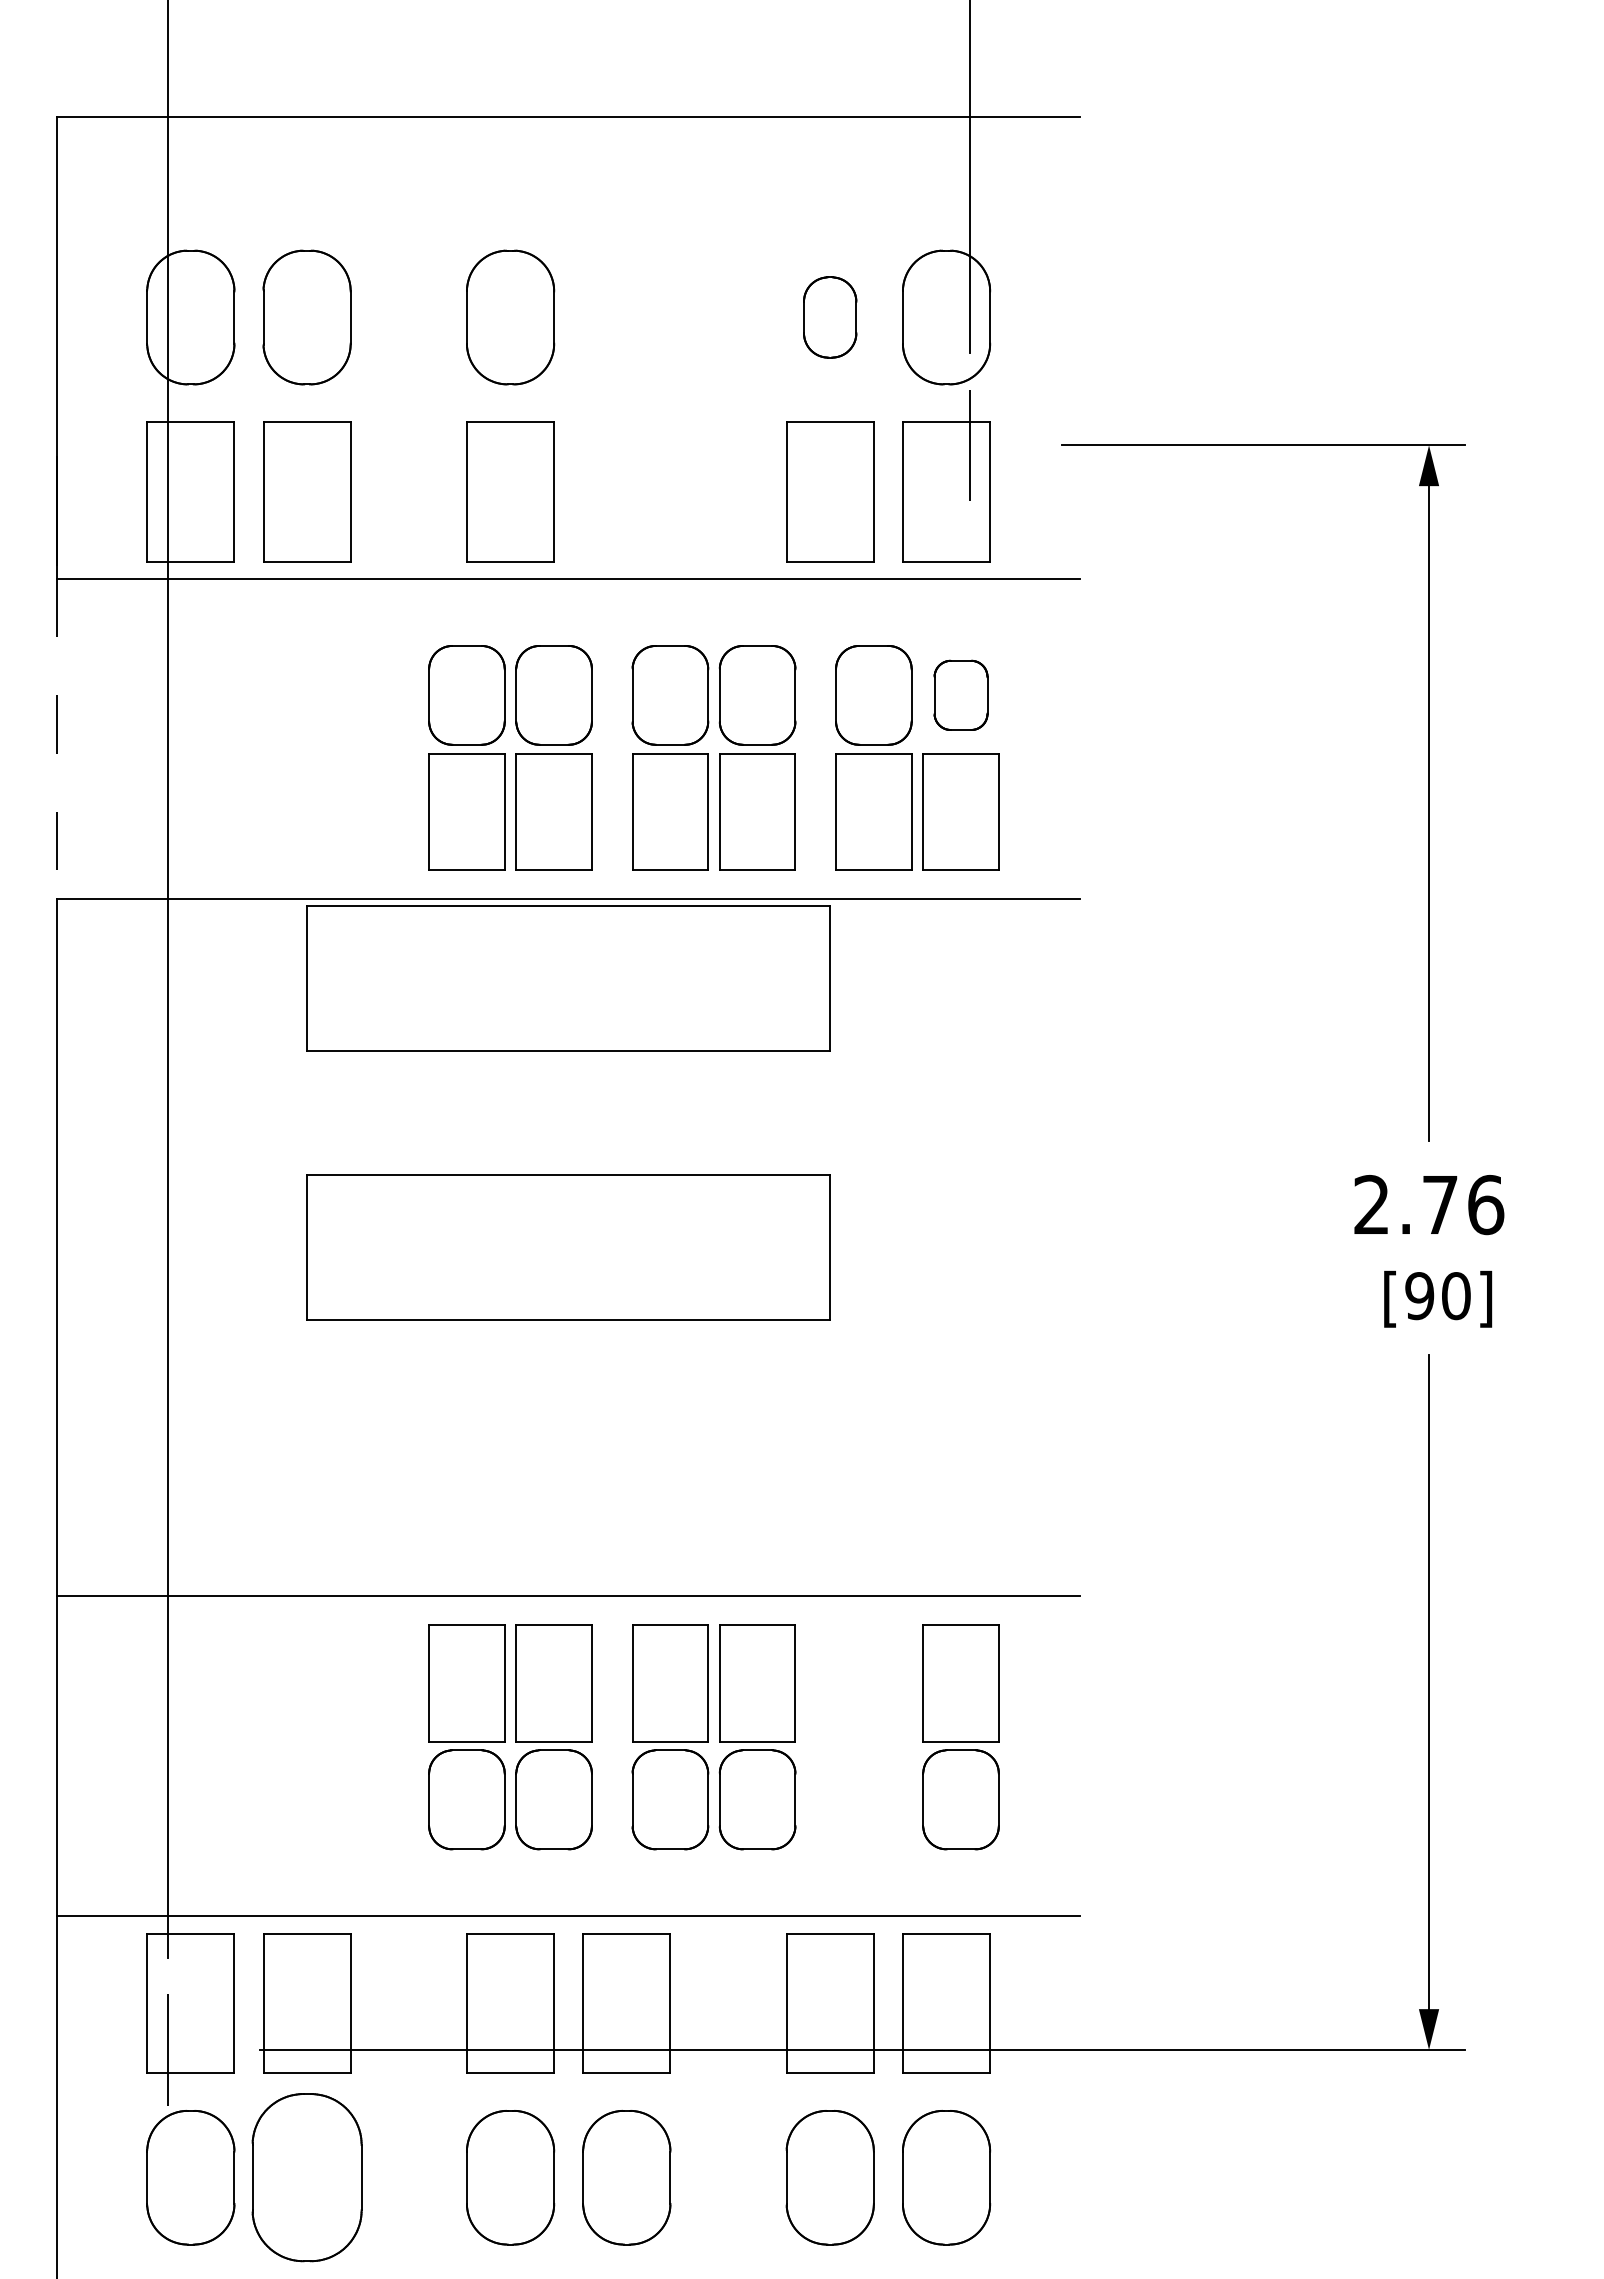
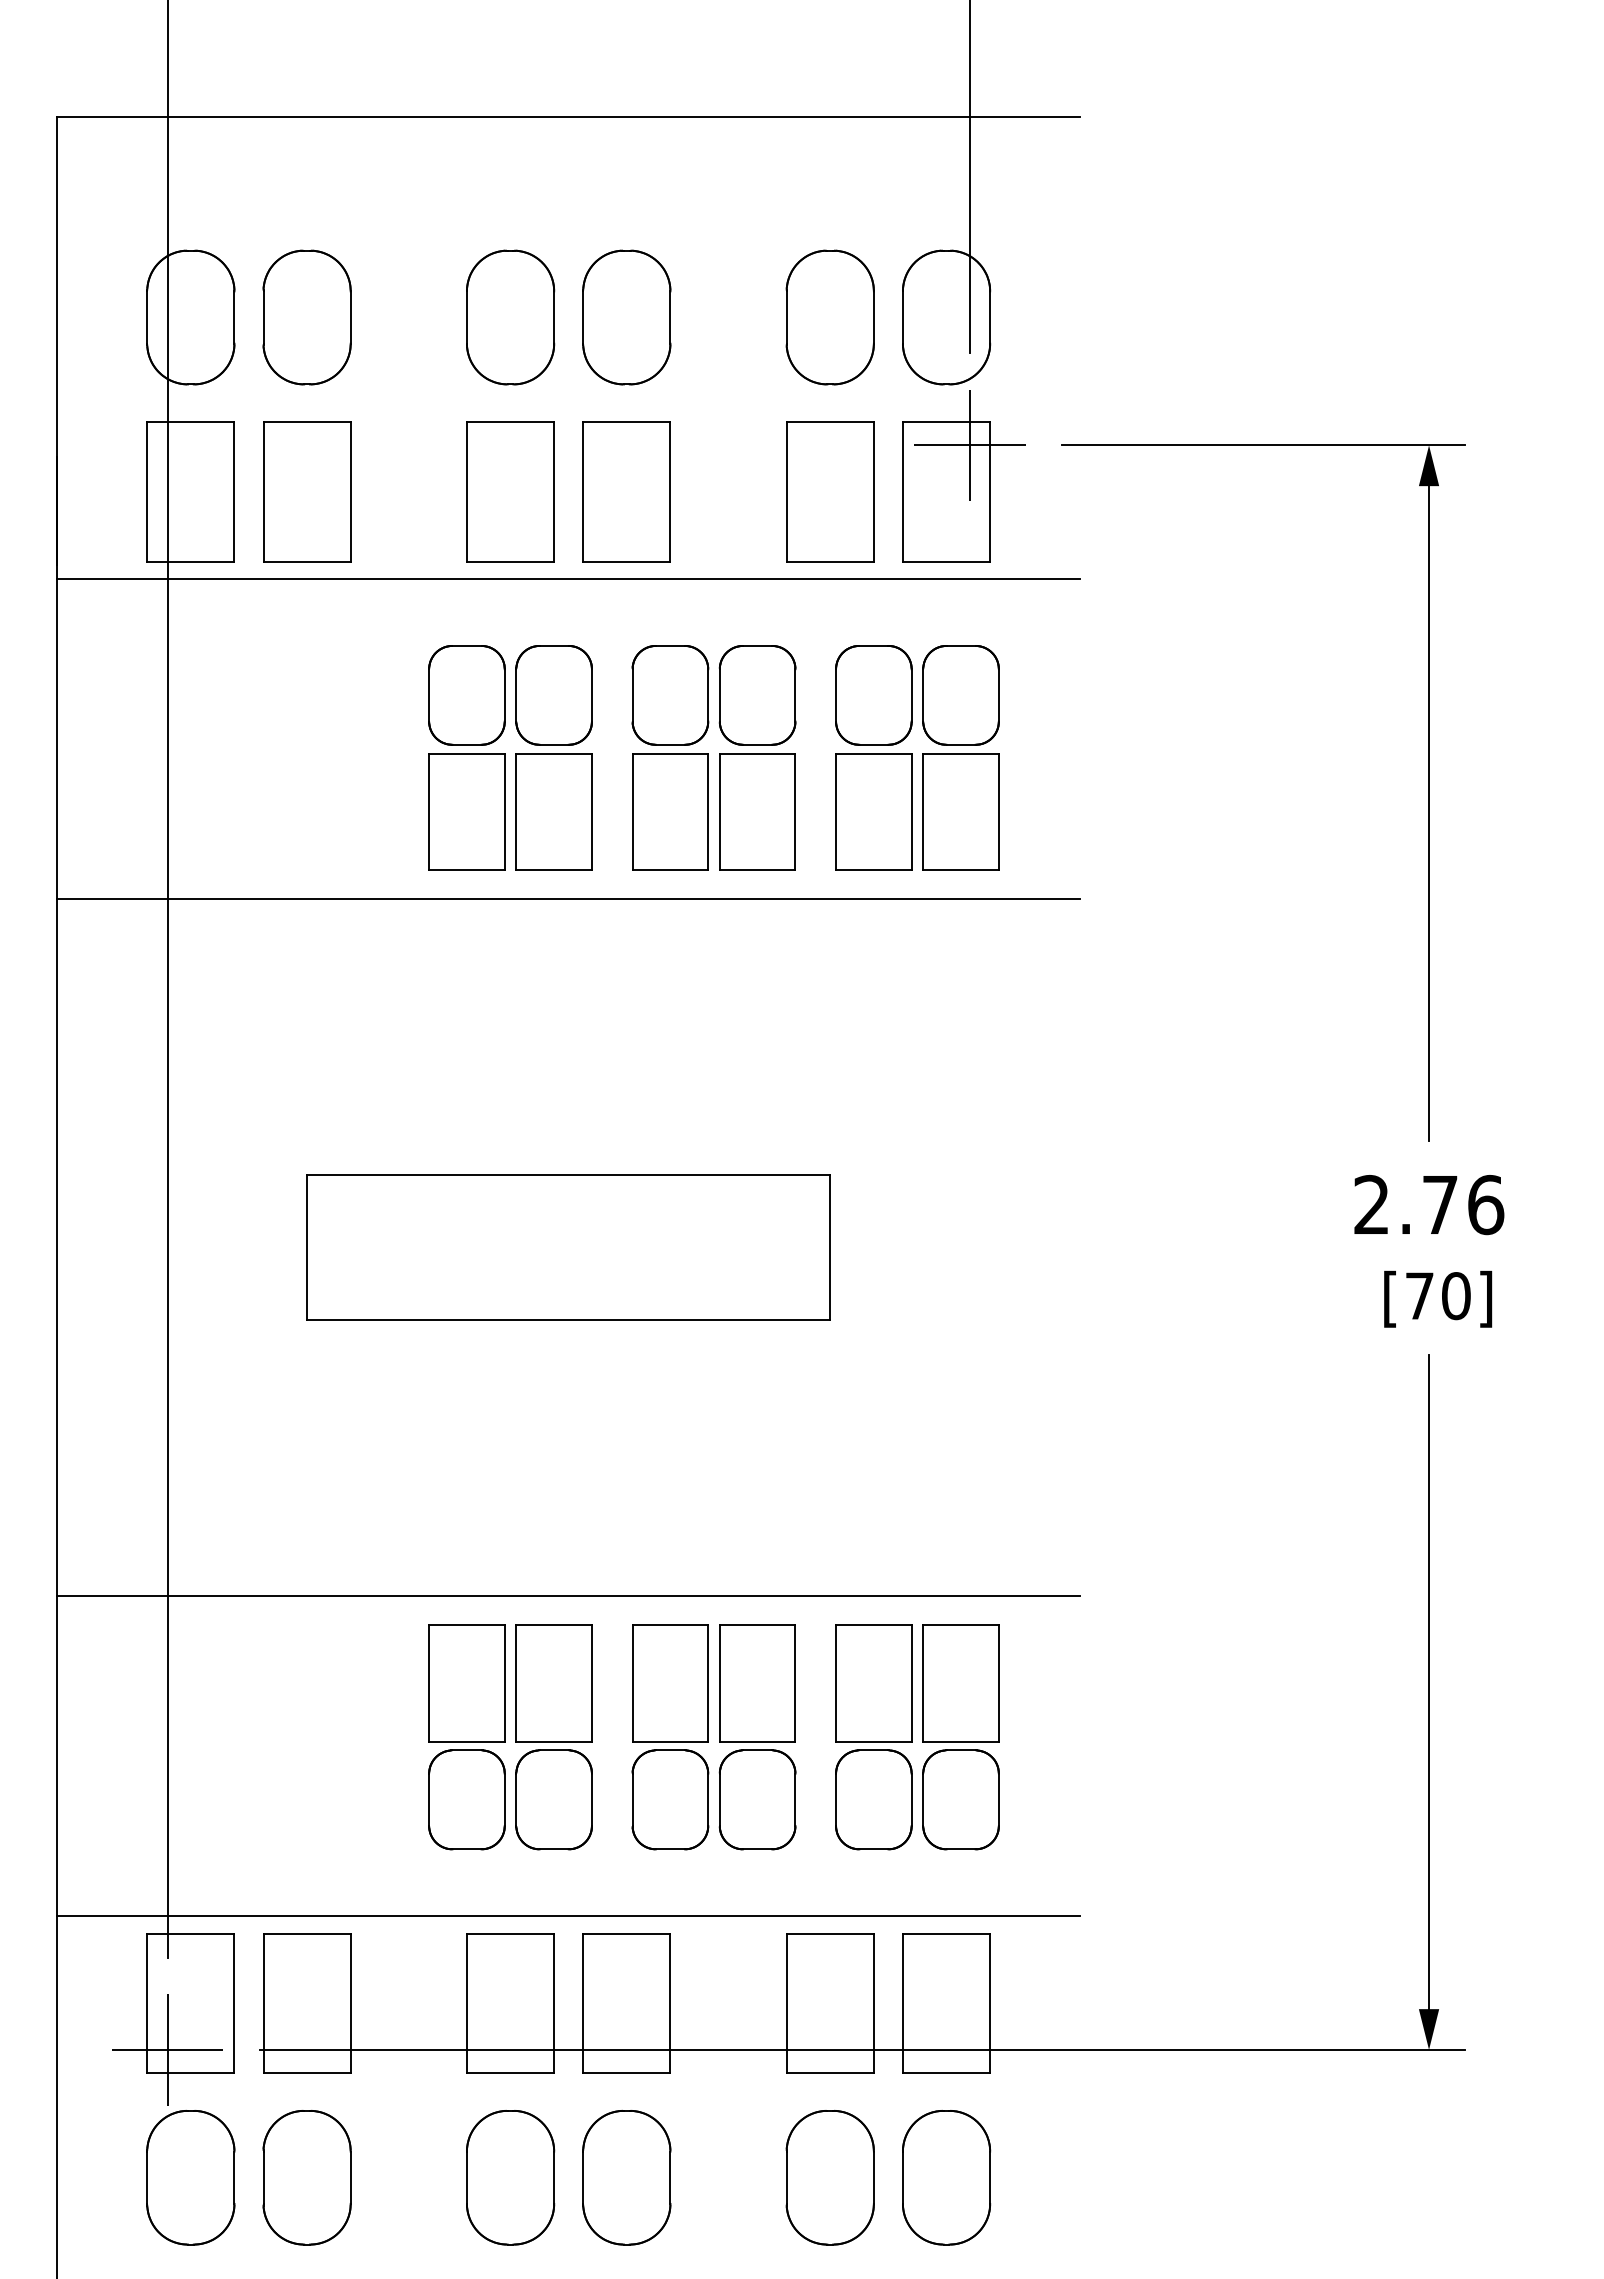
part at (626, 317): none -> present
part at (830, 317) size: 55x83 px -> 90x137 px
line at (969, 445): none -> present
part at (626, 491): none -> present
part at (960, 694) size: 56x72 px -> 78x101 px
line at (57, 739): dashed -> solid
part at (568, 978): present -> none
text at (1419, 1296): [90] -> [70]
part at (873, 1737): none -> present
line at (167, 2049): none -> present
part at (306, 2177) size: 112x170 px -> 90x136 px
